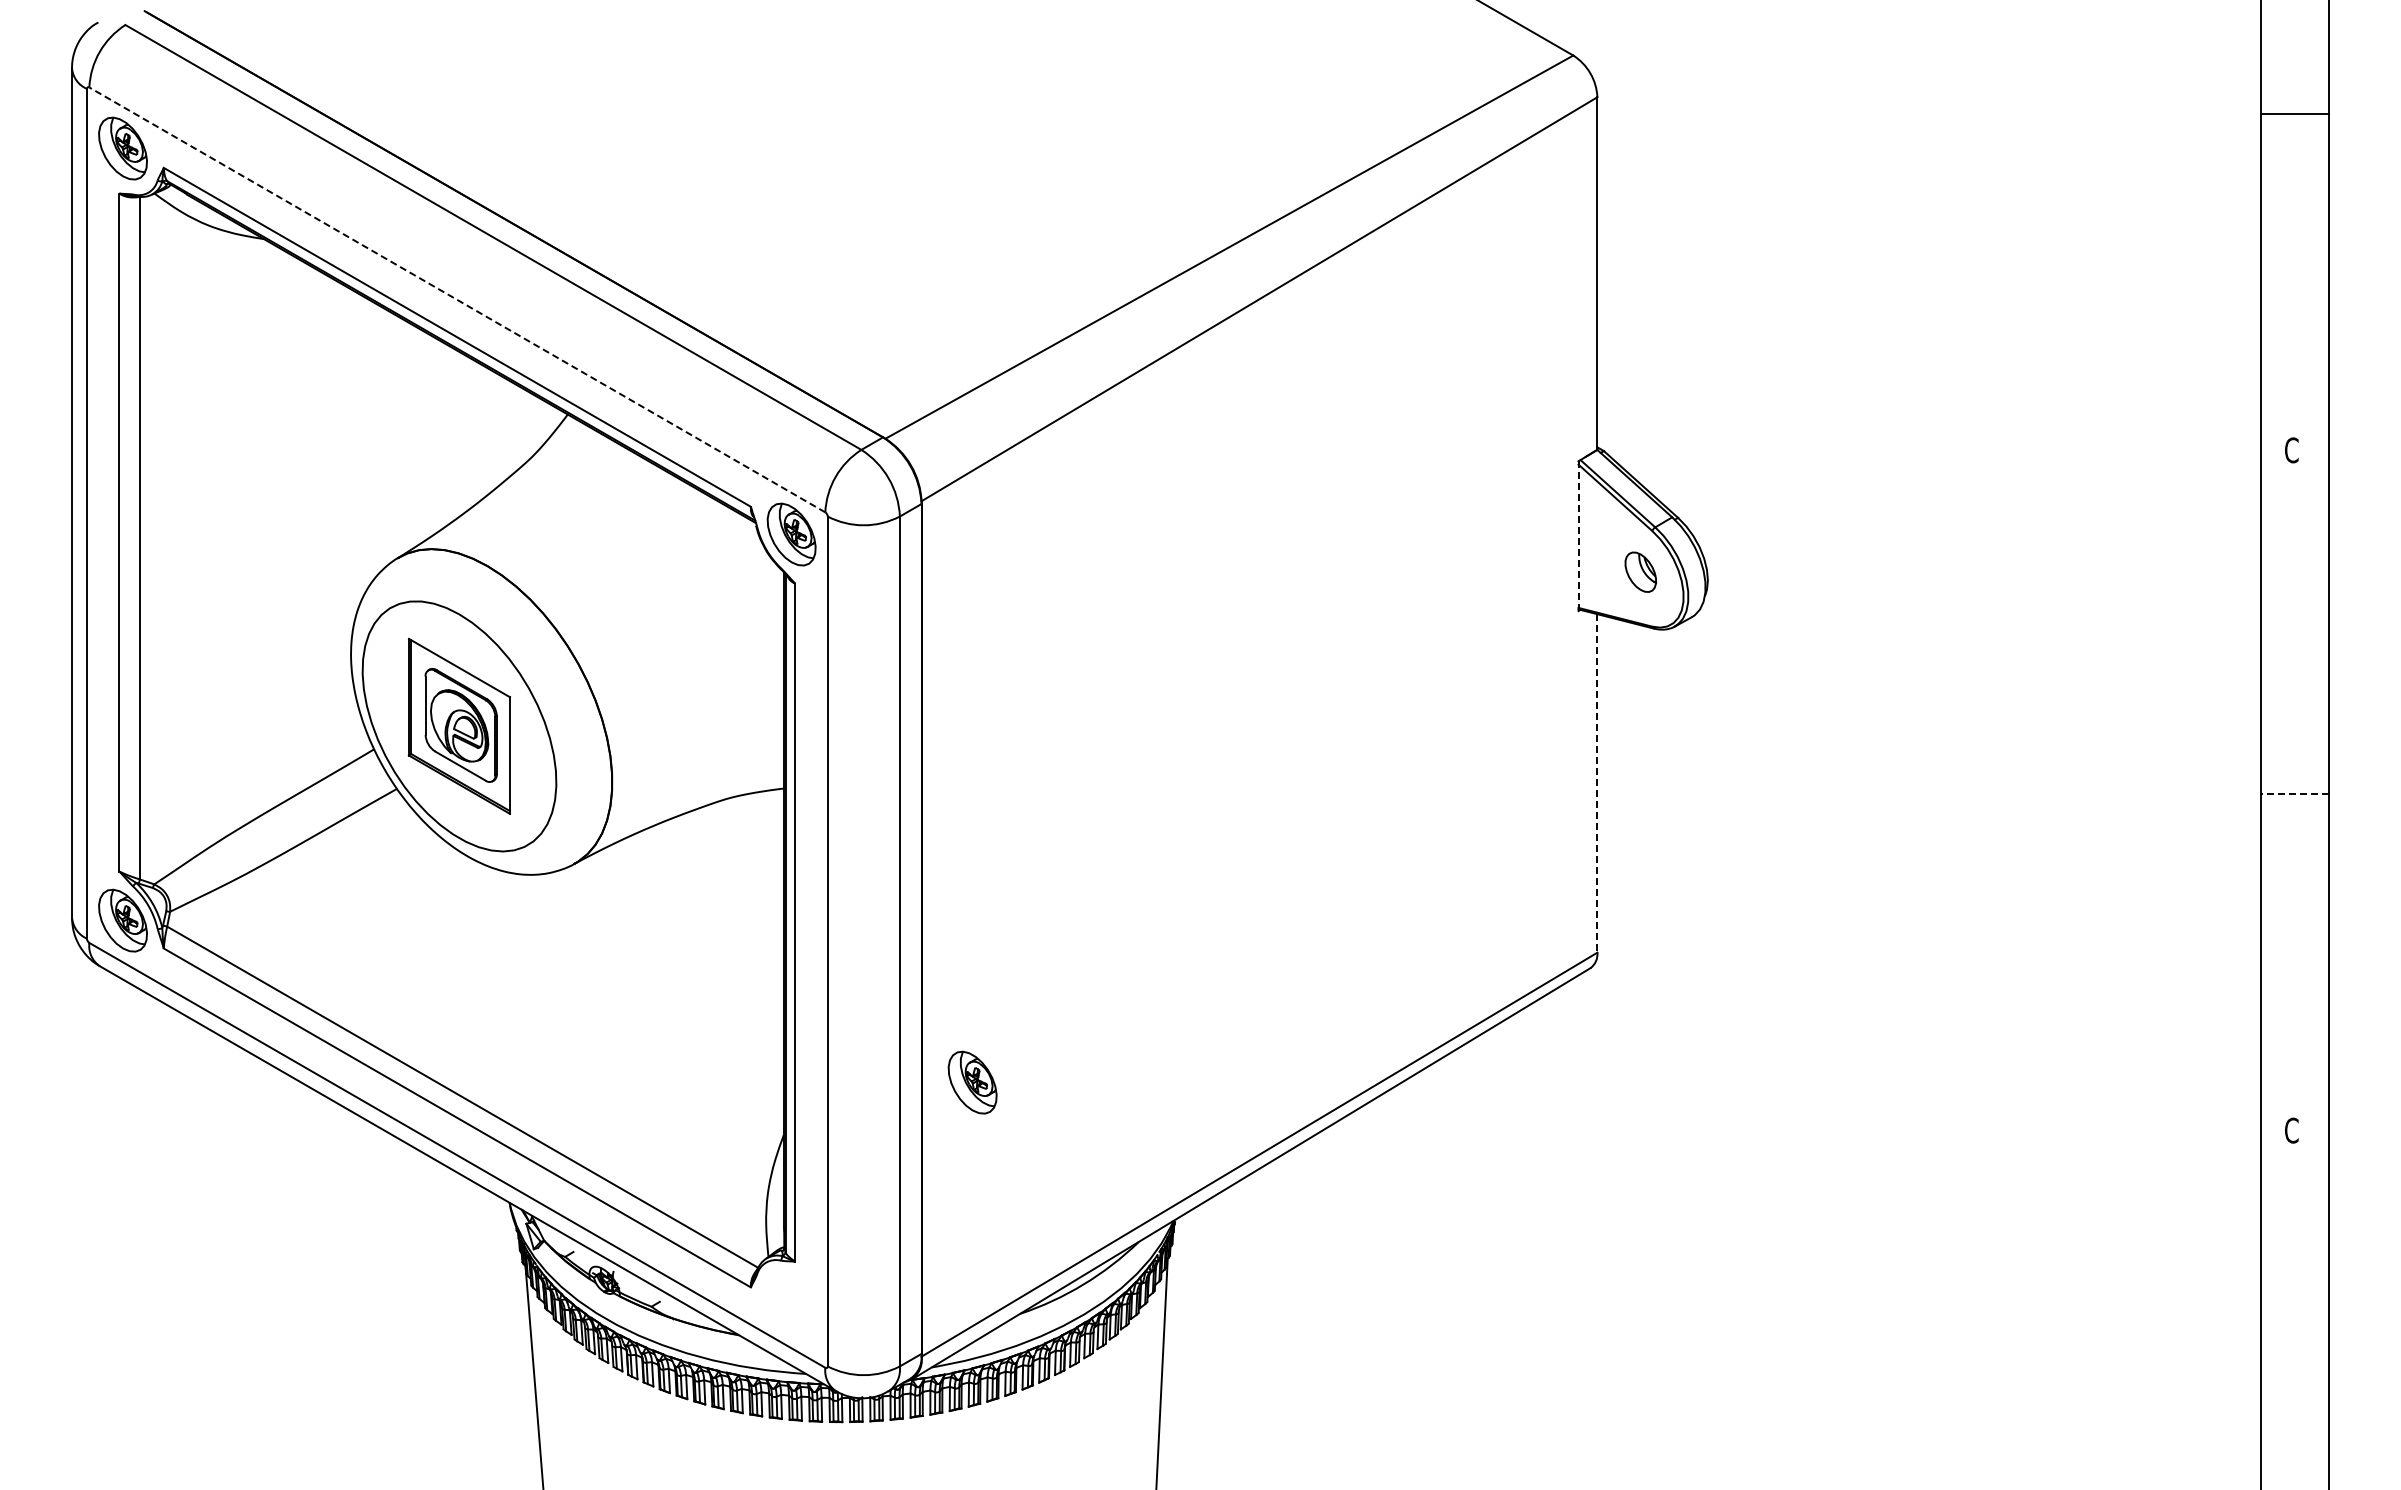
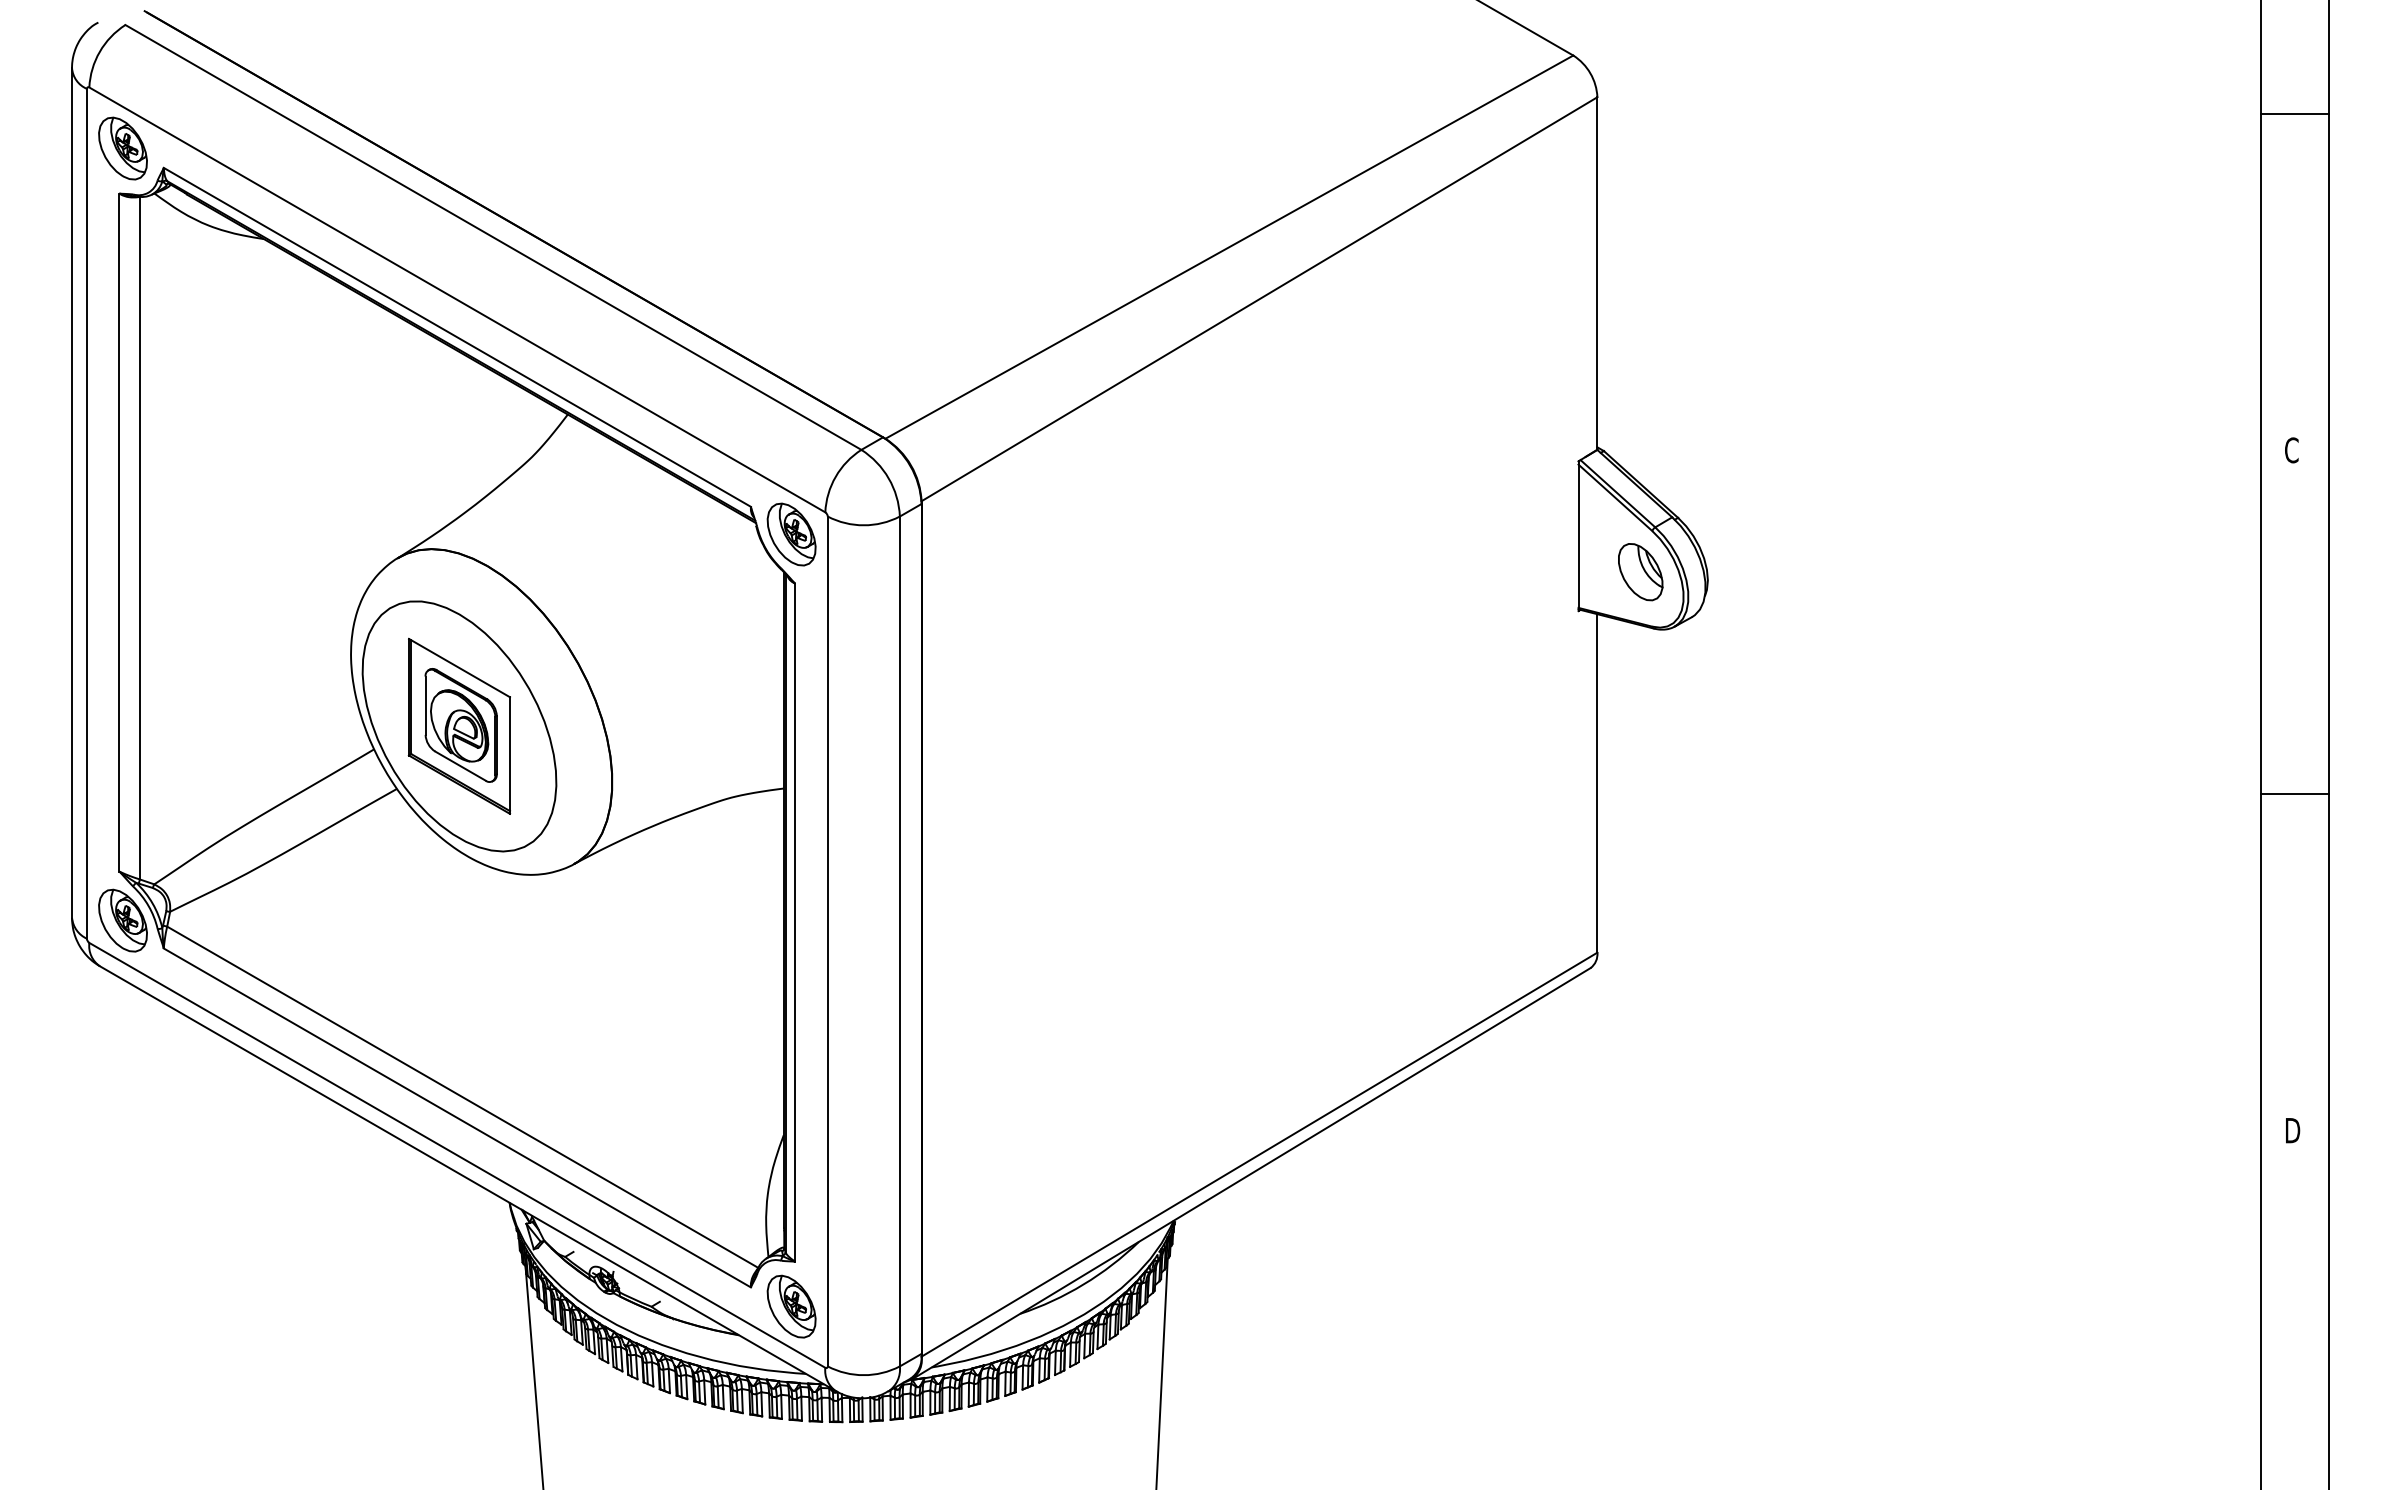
line at (457, 299): dashed -> solid
line at (1578, 536): dashed -> solid
part at (1640, 571) size: 34x42 px -> 46x59 px
line at (1597, 783): dashed -> solid
line at (2294, 793): dashed -> solid
part at (972, 1082) position: (972, 1082) -> (791, 1306)
text at (2292, 1130): C -> D
